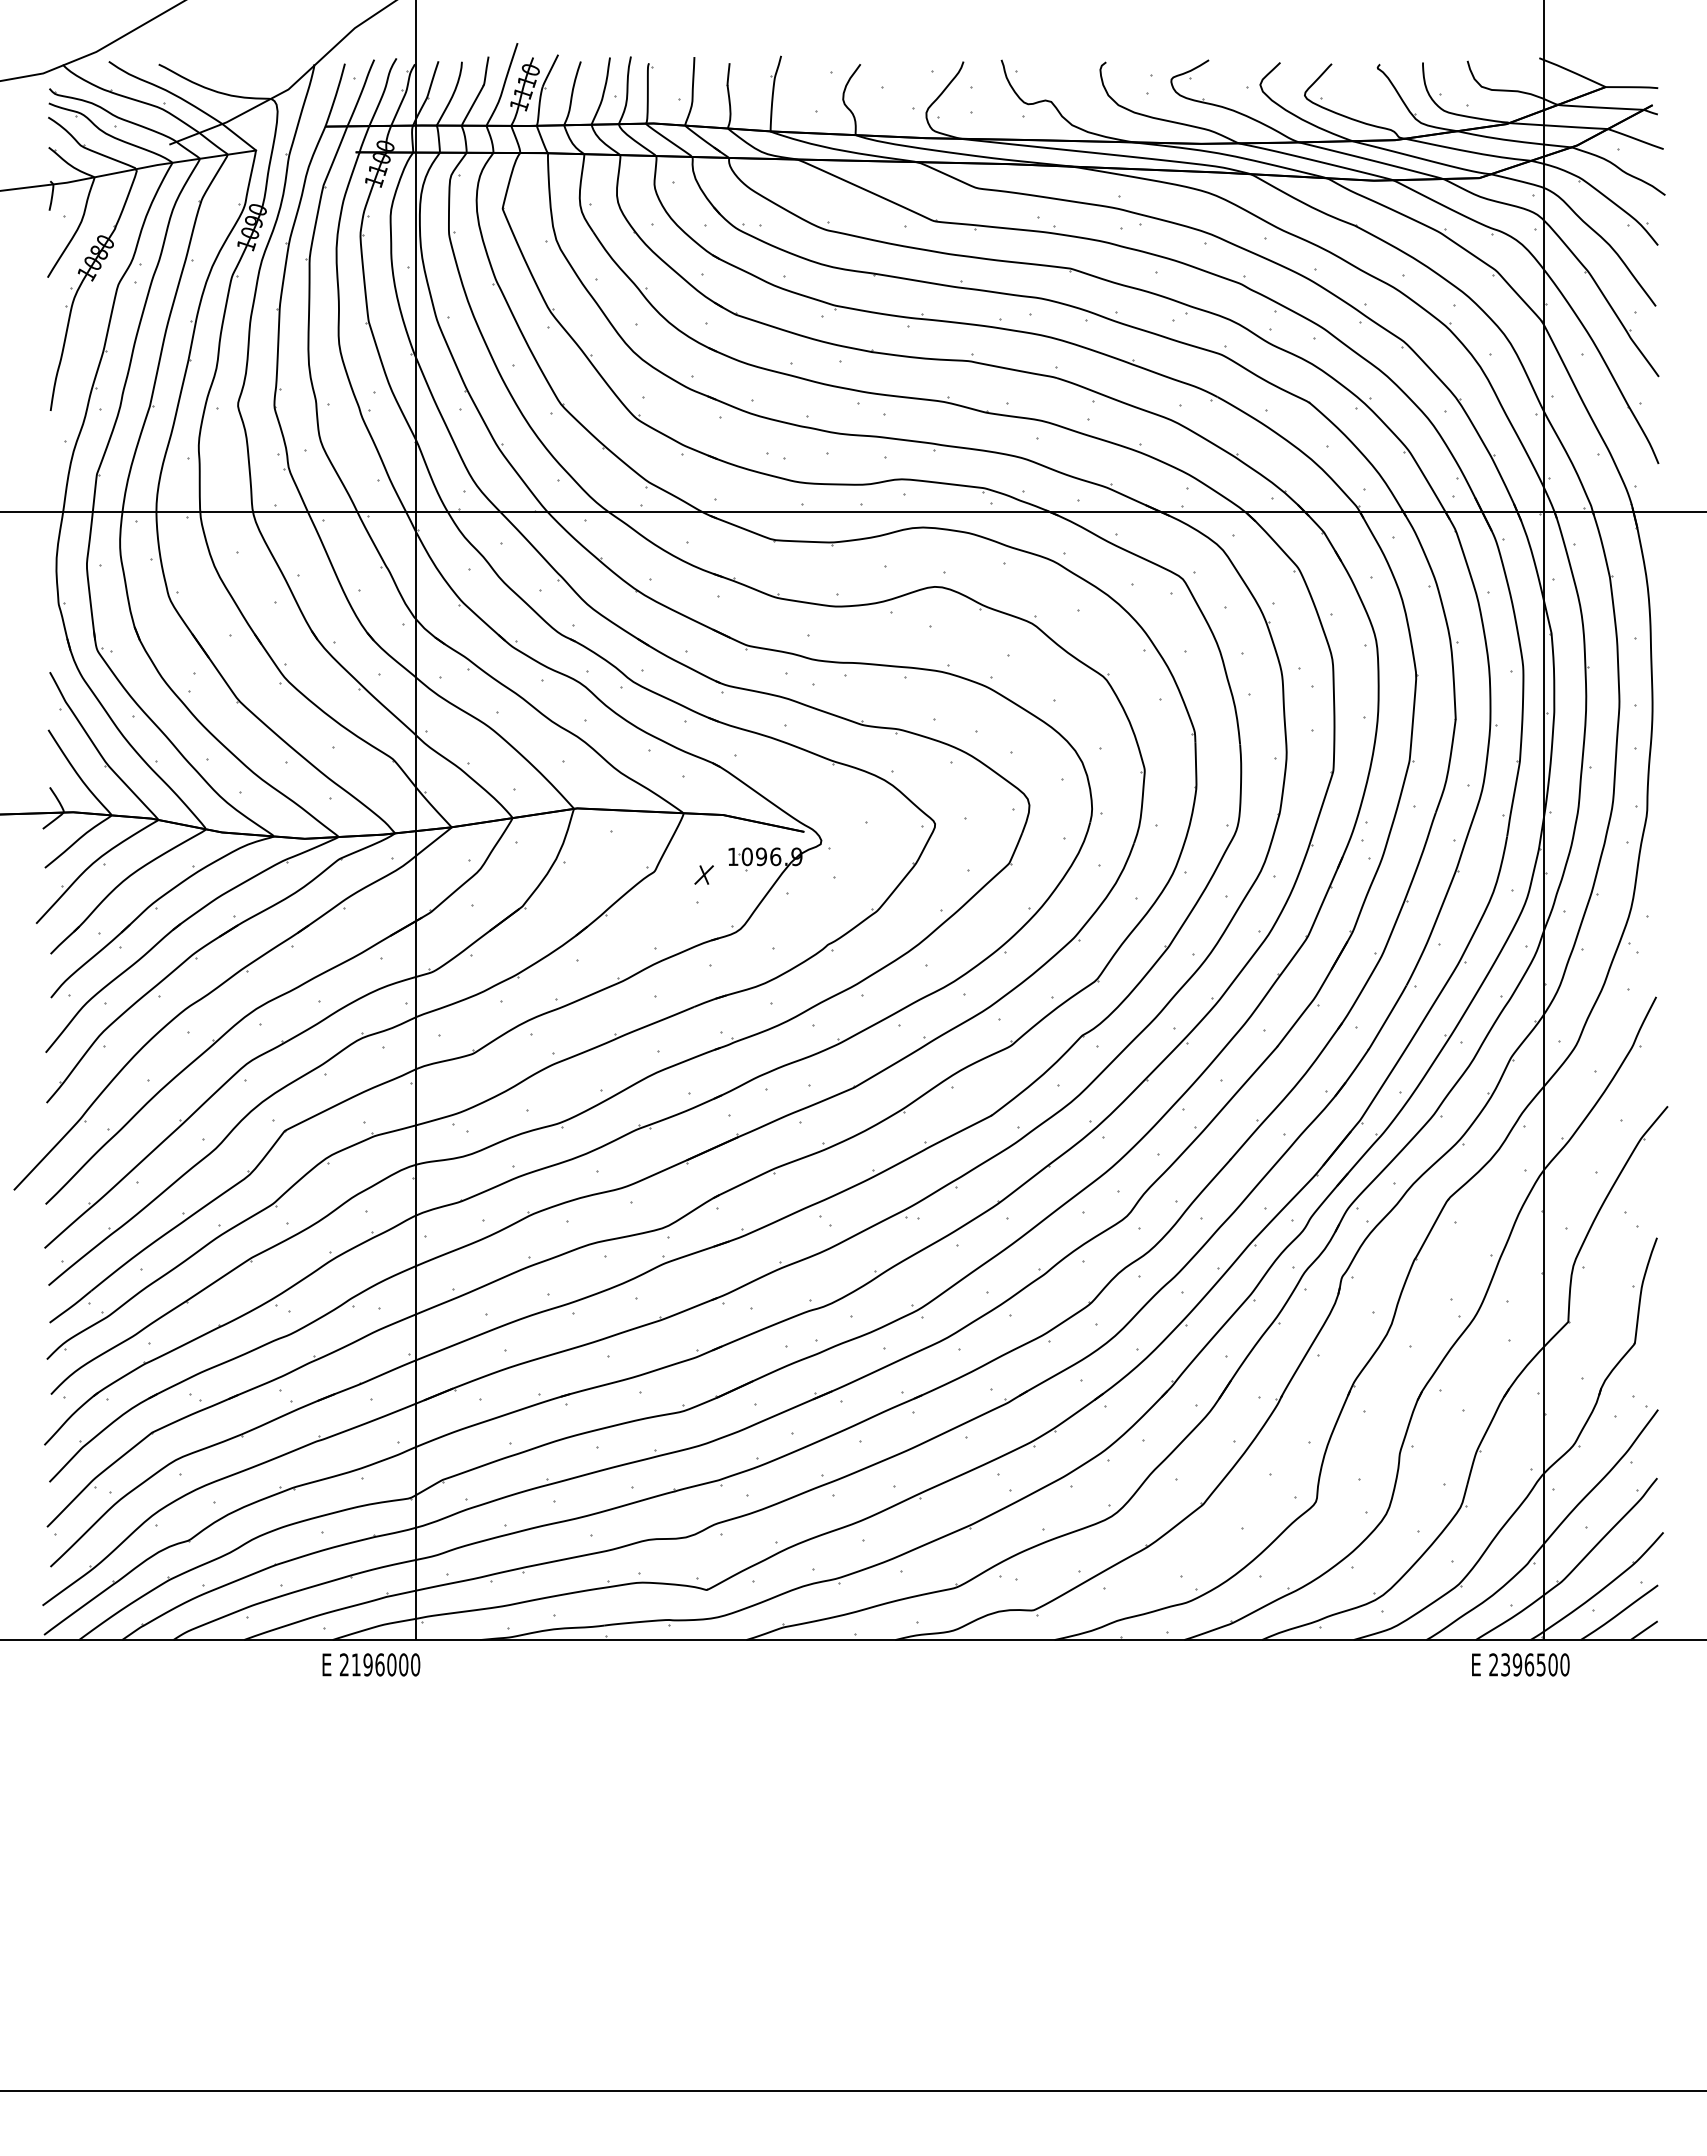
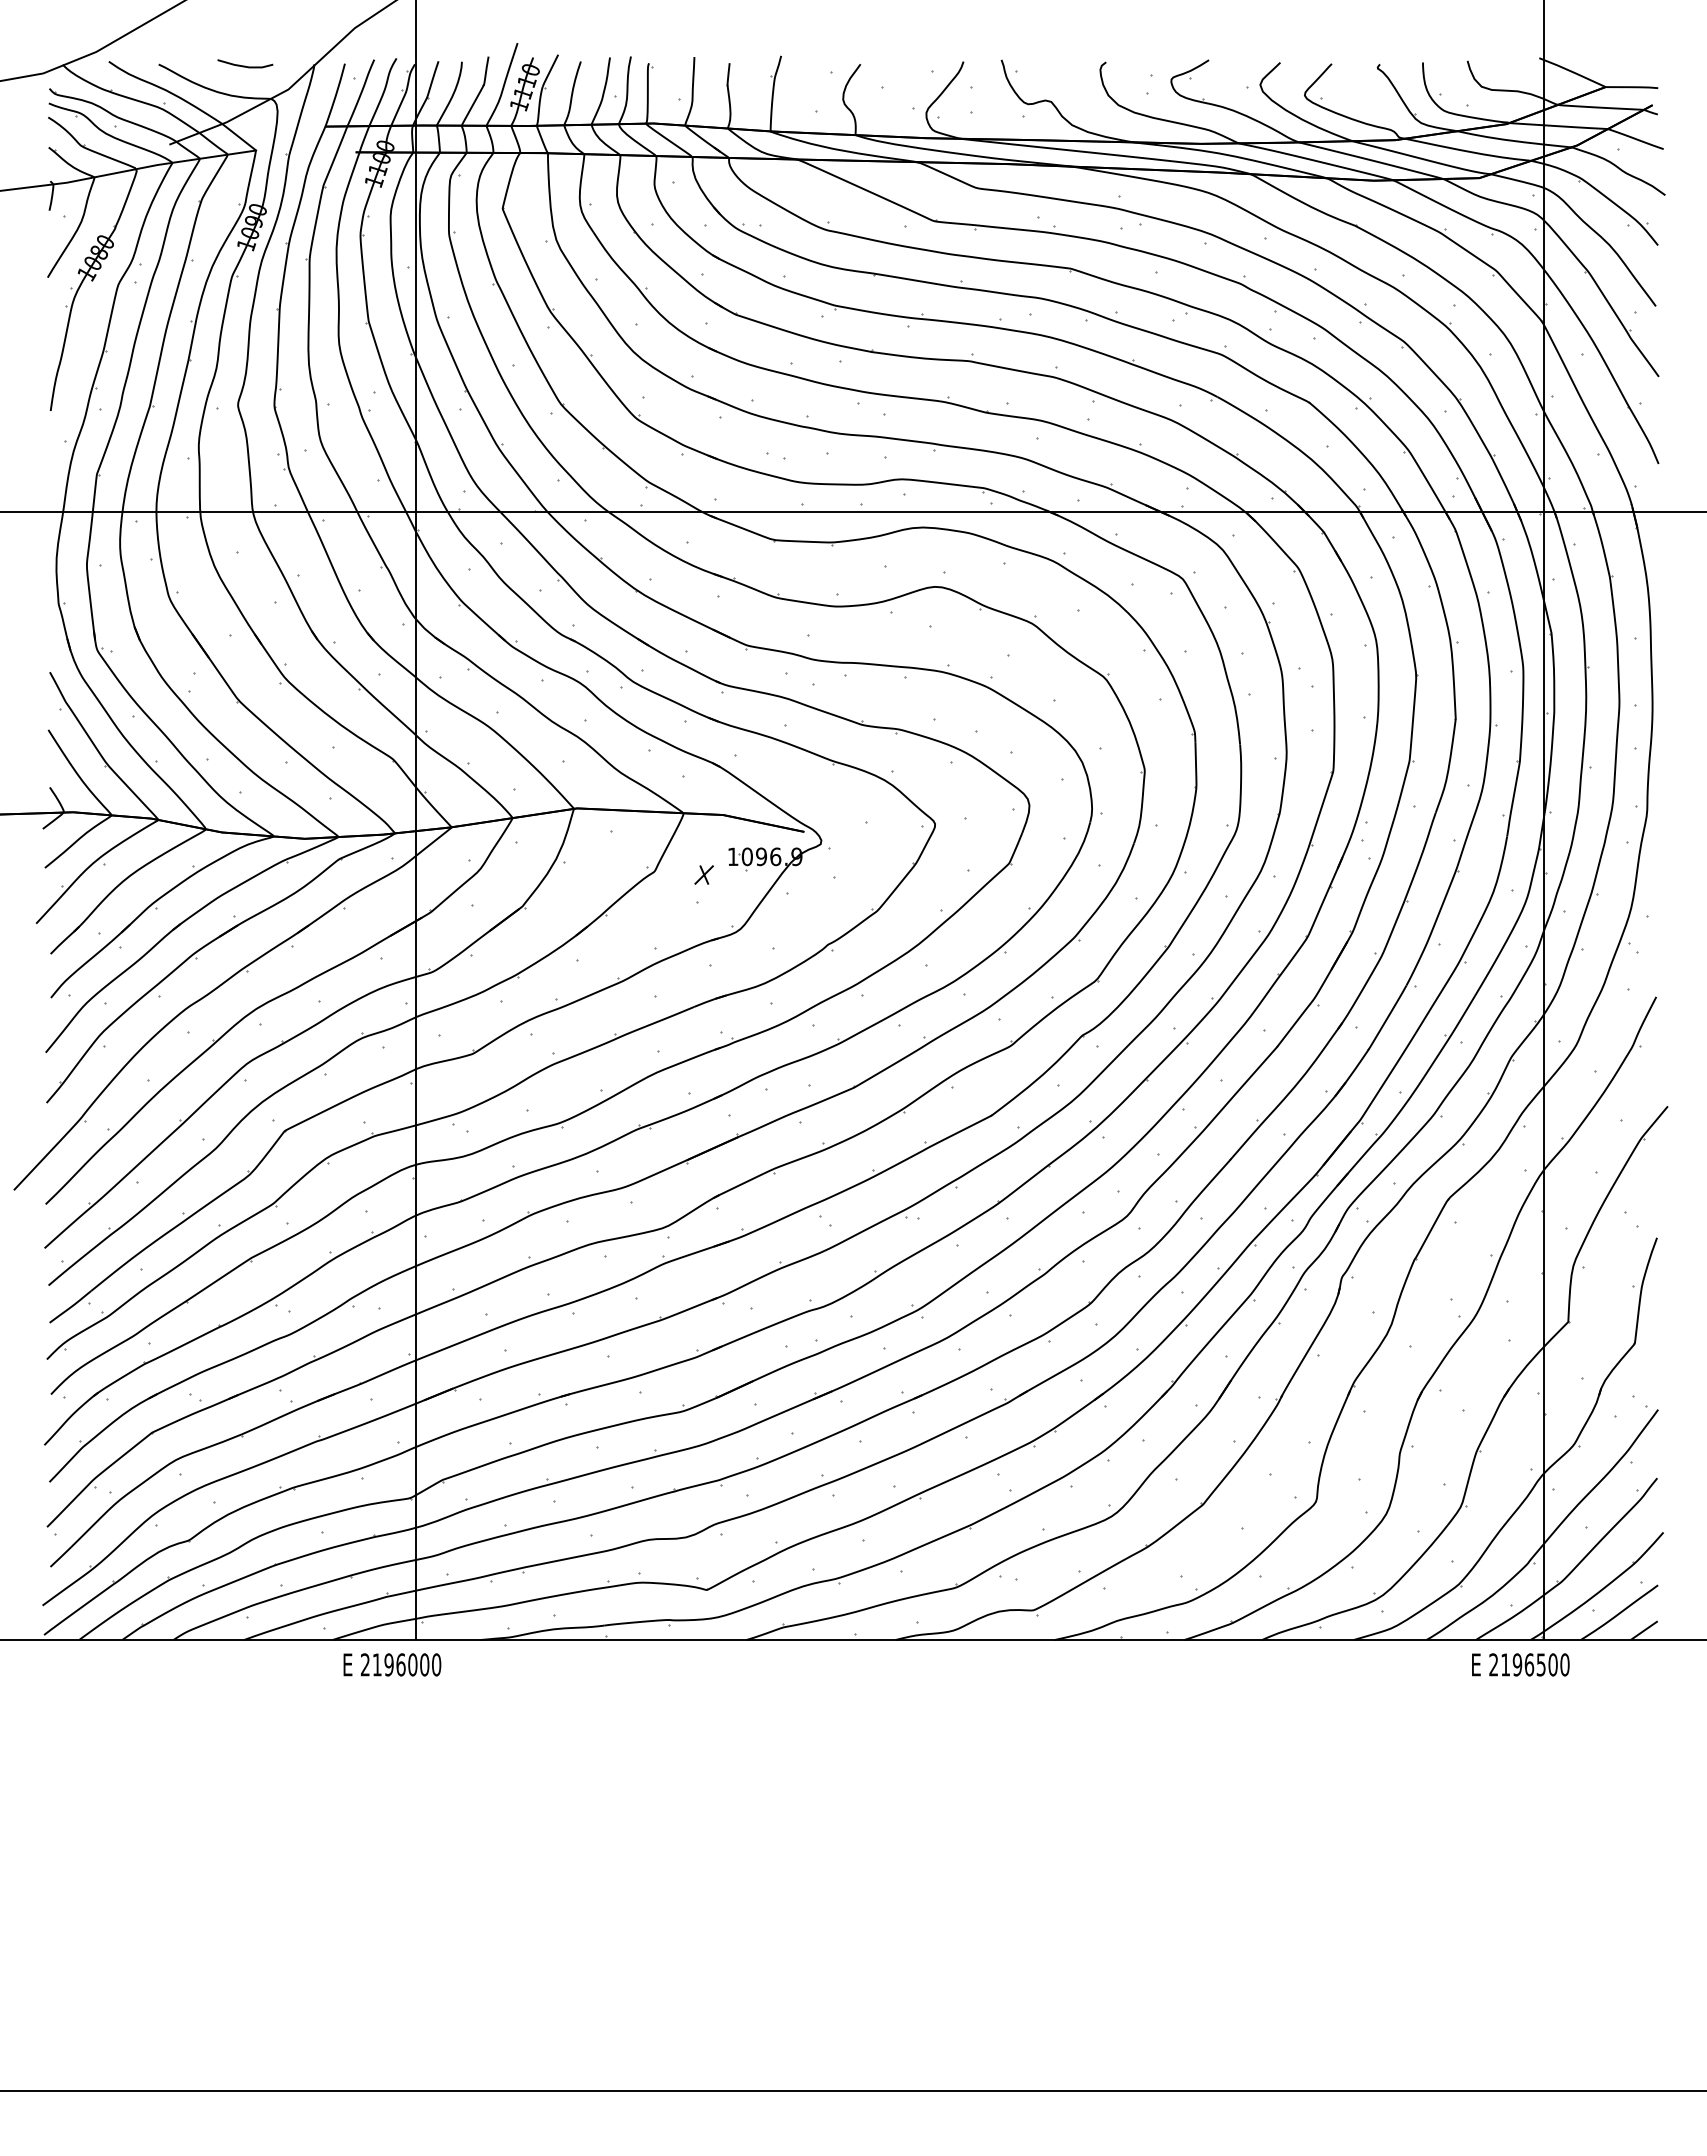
line at (245, 65): none -> present
text at (371, 1664) position: (371, 1664) -> (392, 1664)
text at (1505, 1664): 2396500 -> 2196500
